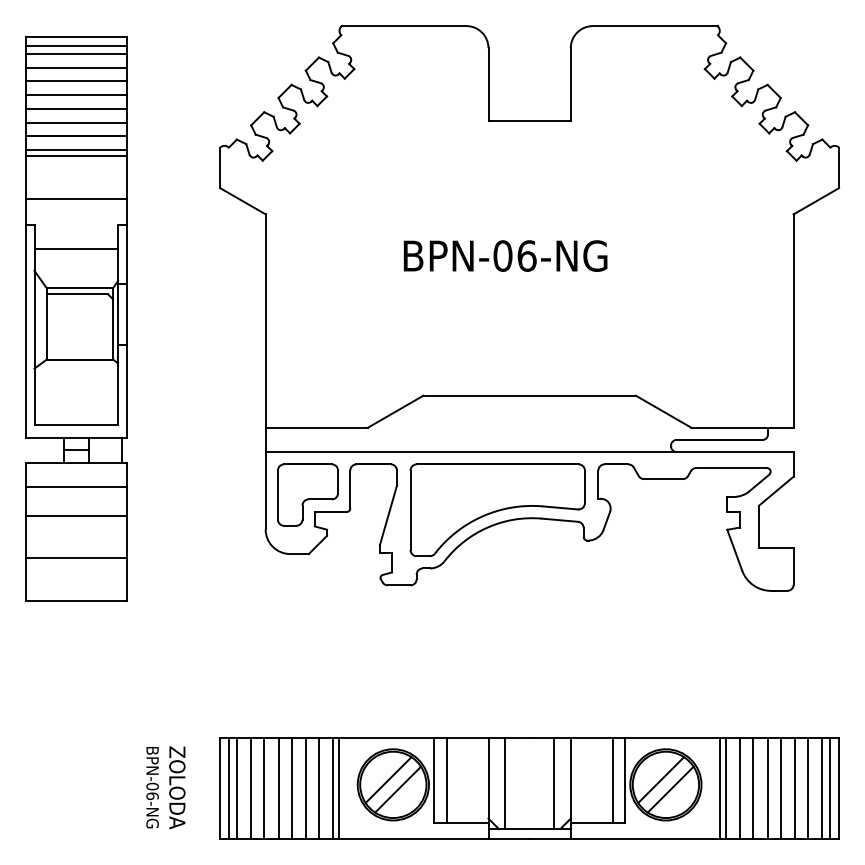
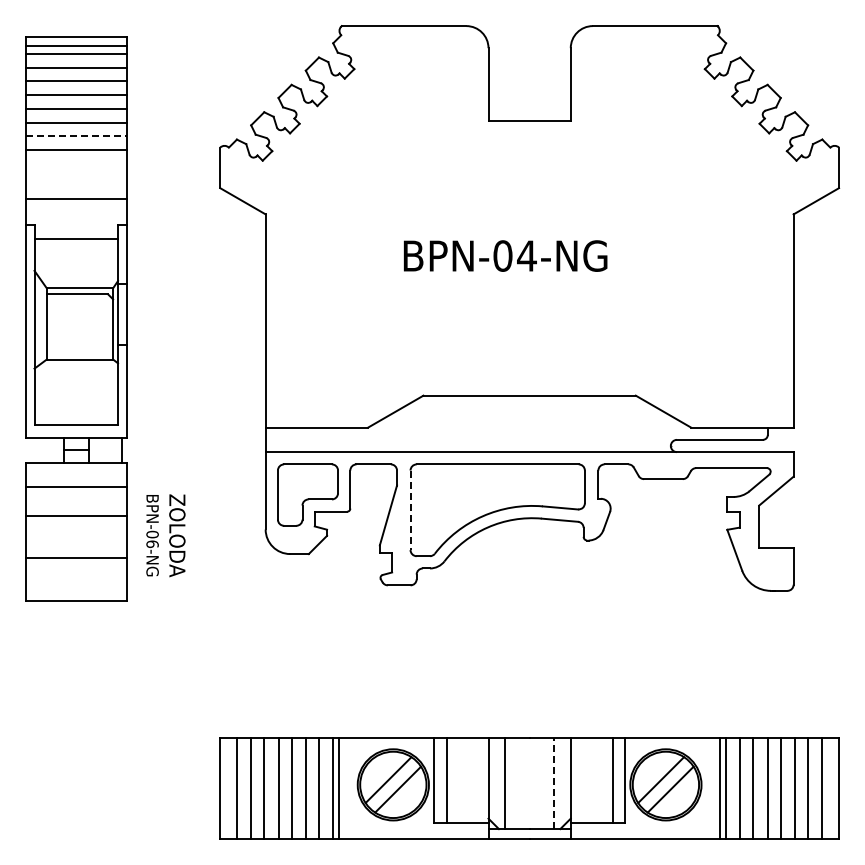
line at (76, 135): solid -> dashed
line at (75, 156): present -> none
line at (76, 249) position: (76, 249) -> (76, 239)
text at (526, 255): BPN-06-NG -> BPN-04-NG
line at (410, 510): solid -> dashed
line at (554, 783): solid -> dashed
text at (165, 787) position: (165, 787) -> (165, 535)
line at (228, 788): present -> none
line at (830, 788): present -> none
